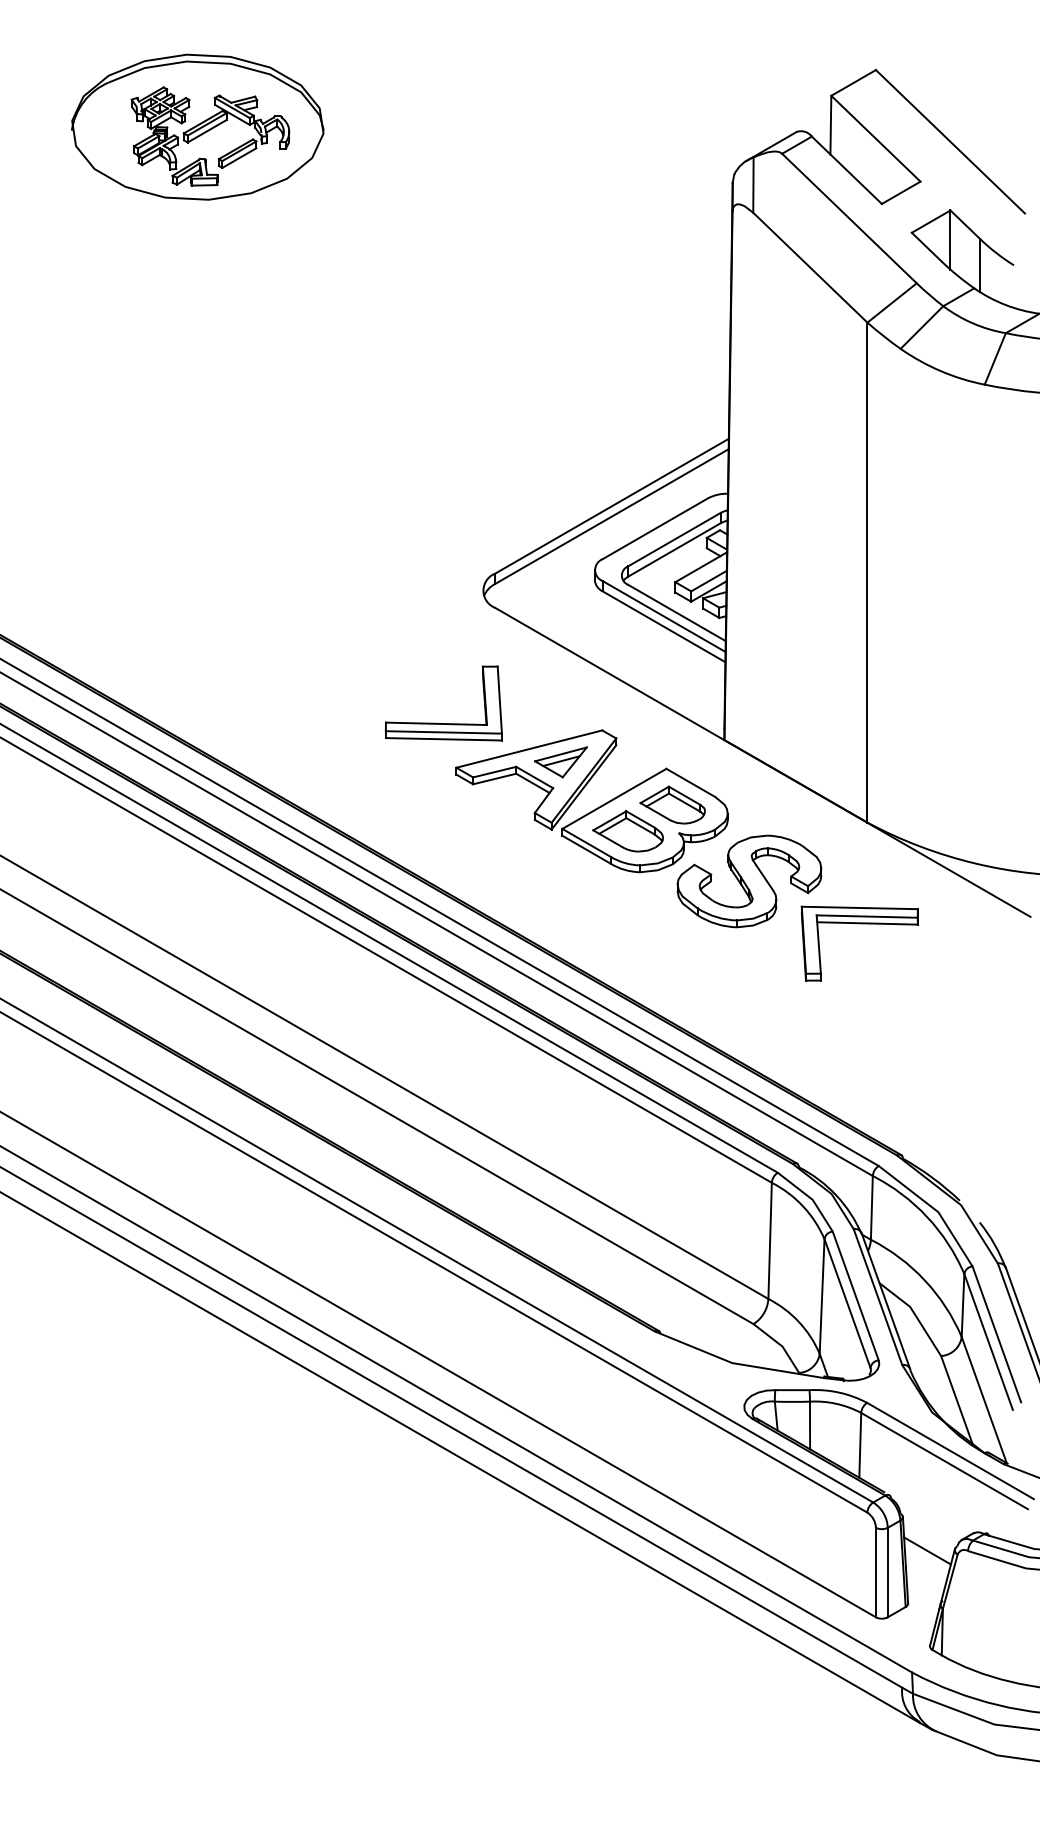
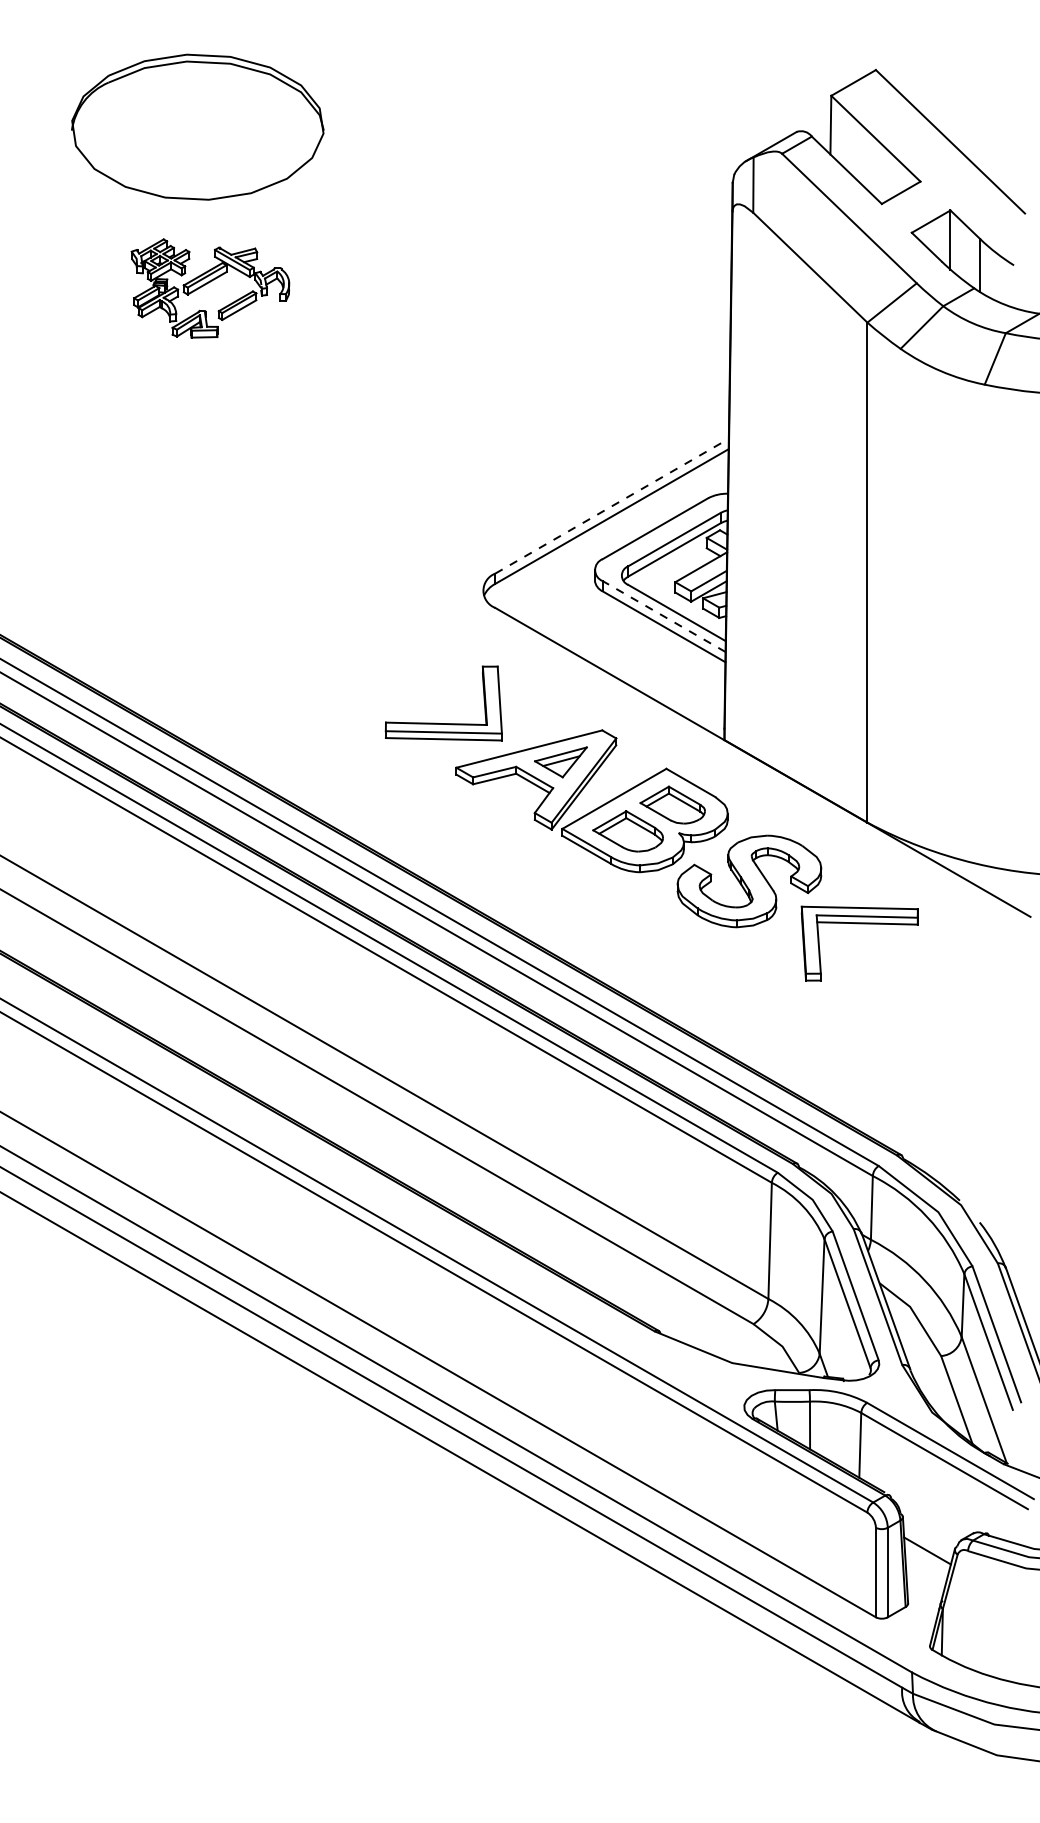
part at (210, 136) position: (210, 136) -> (210, 288)
line at (612, 506): solid -> dashed
line at (664, 616): solid -> dashed
